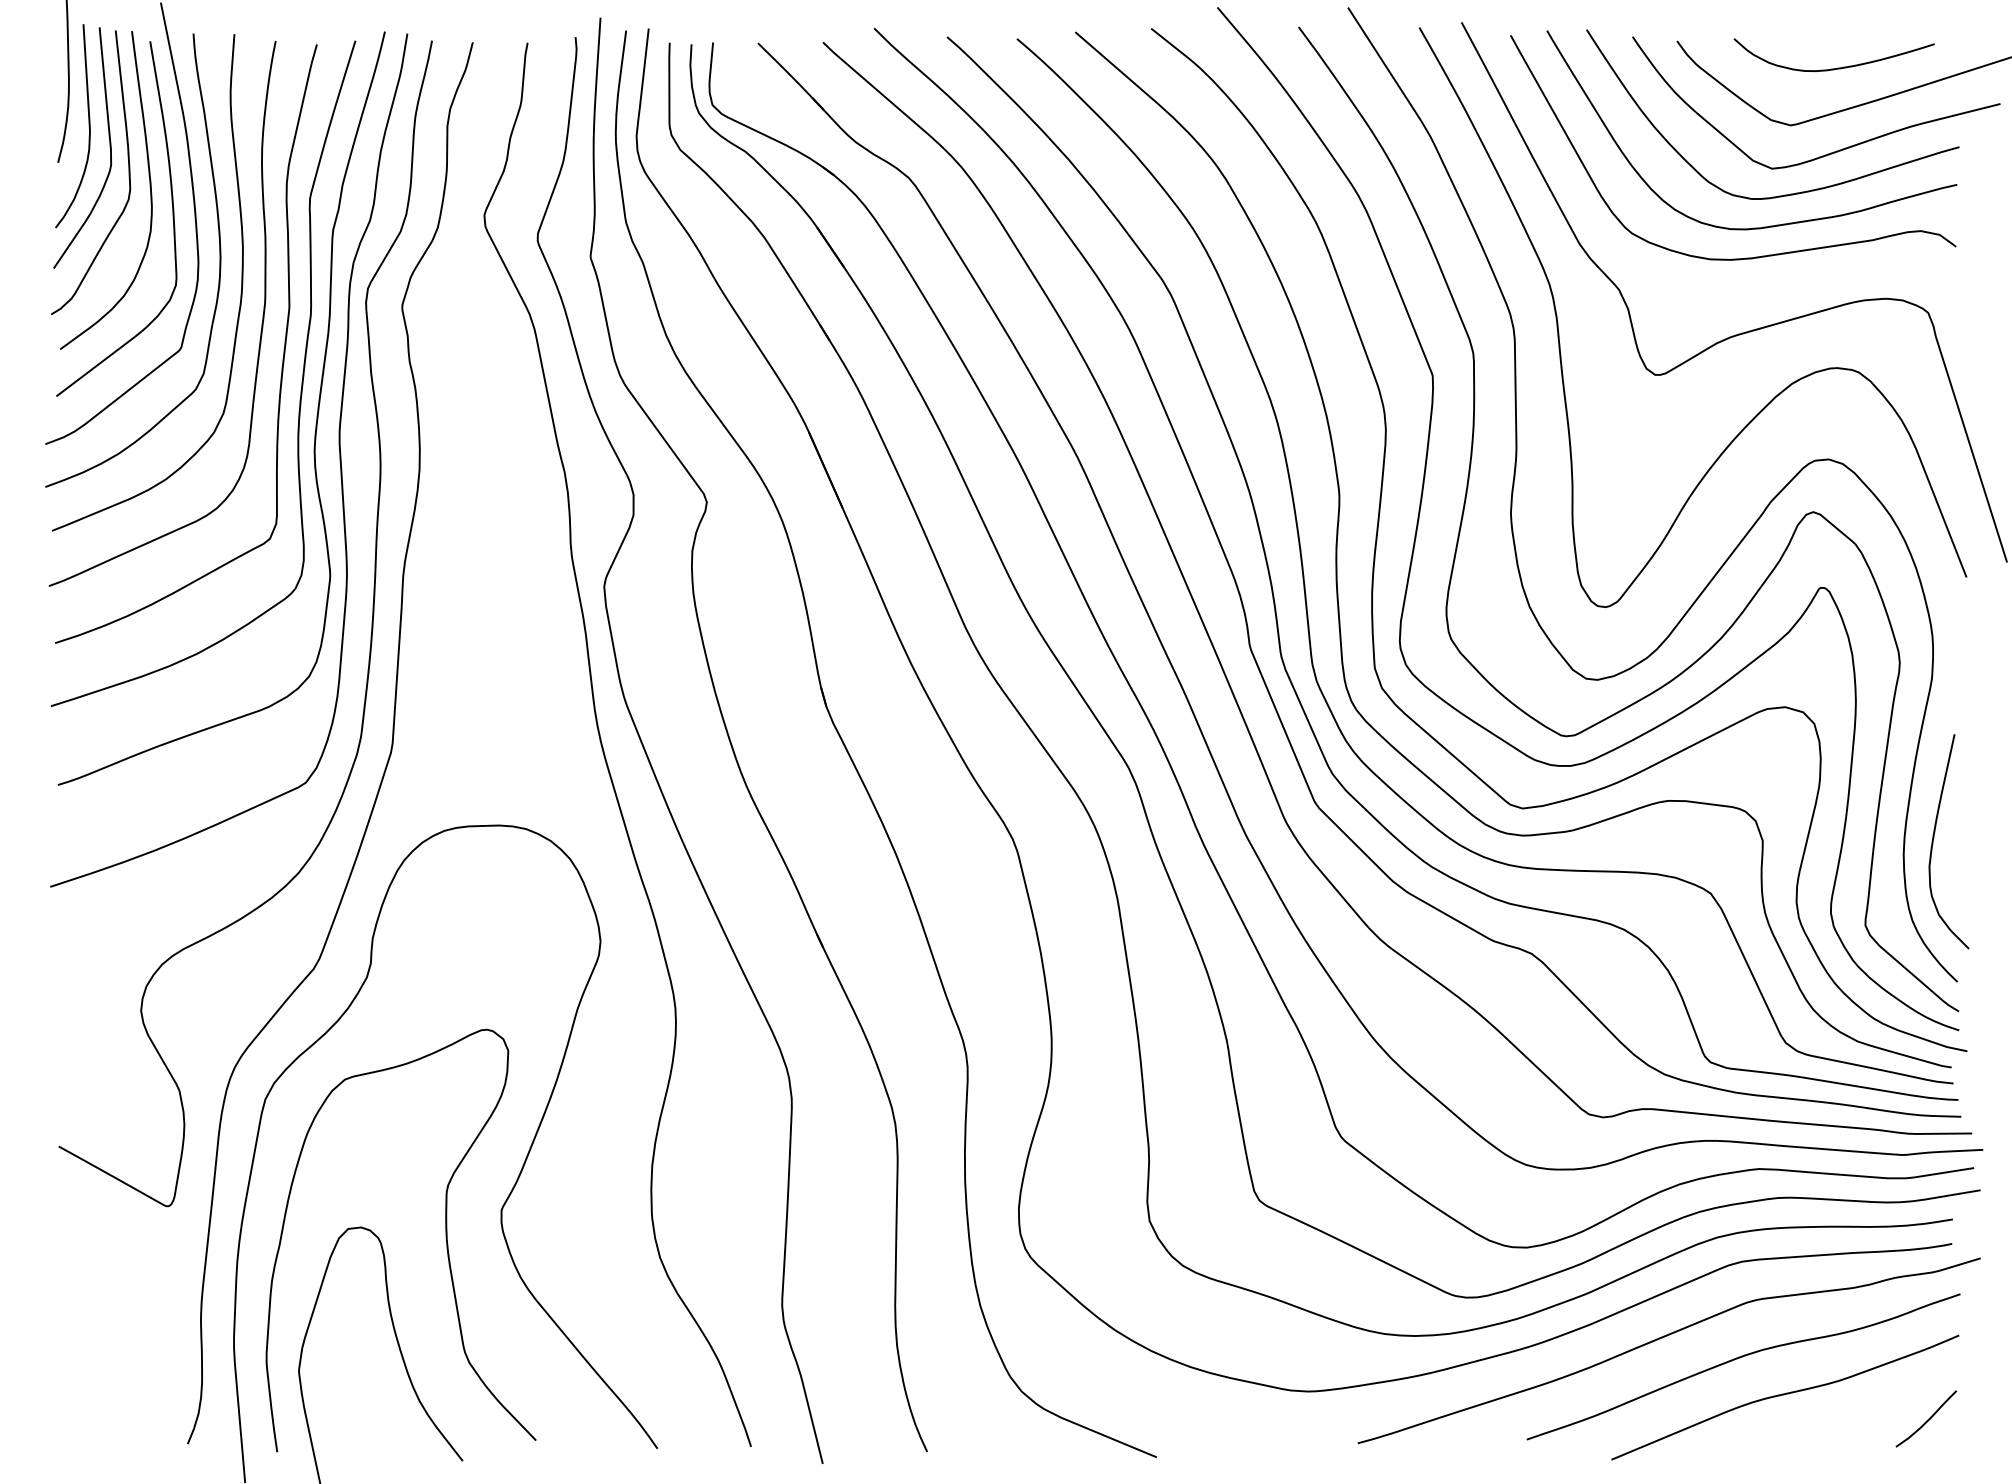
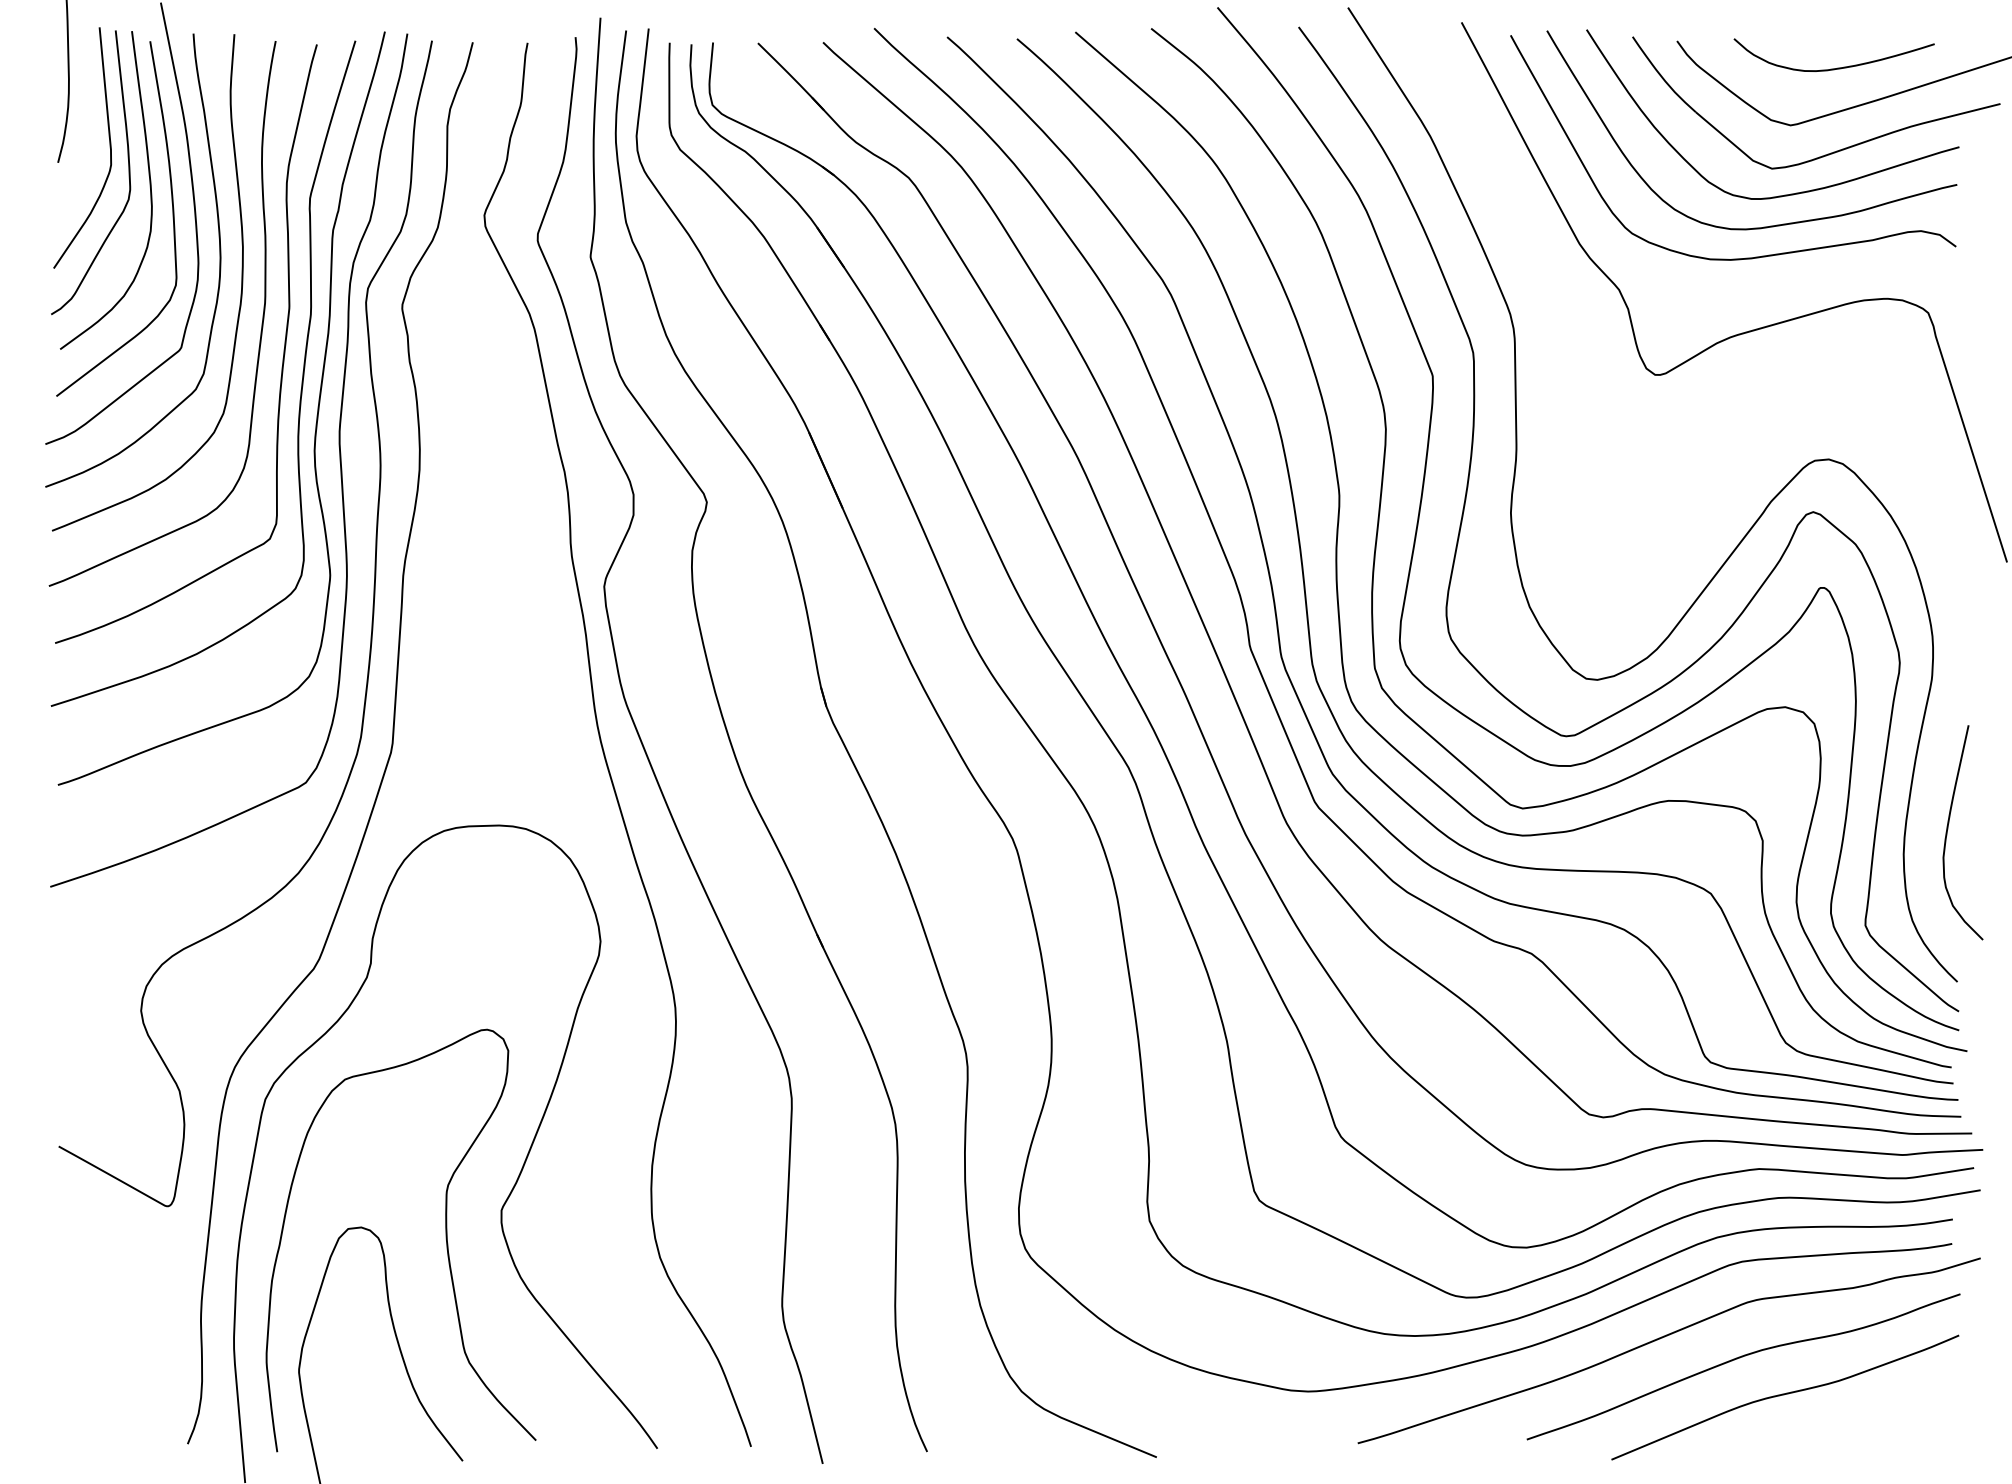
curve at (88, 126): present -> none
curve at (1773, 397): present -> none
curve at (1934, 838) position: (1934, 838) -> (1948, 829)
curve at (1927, 1419): present -> none
